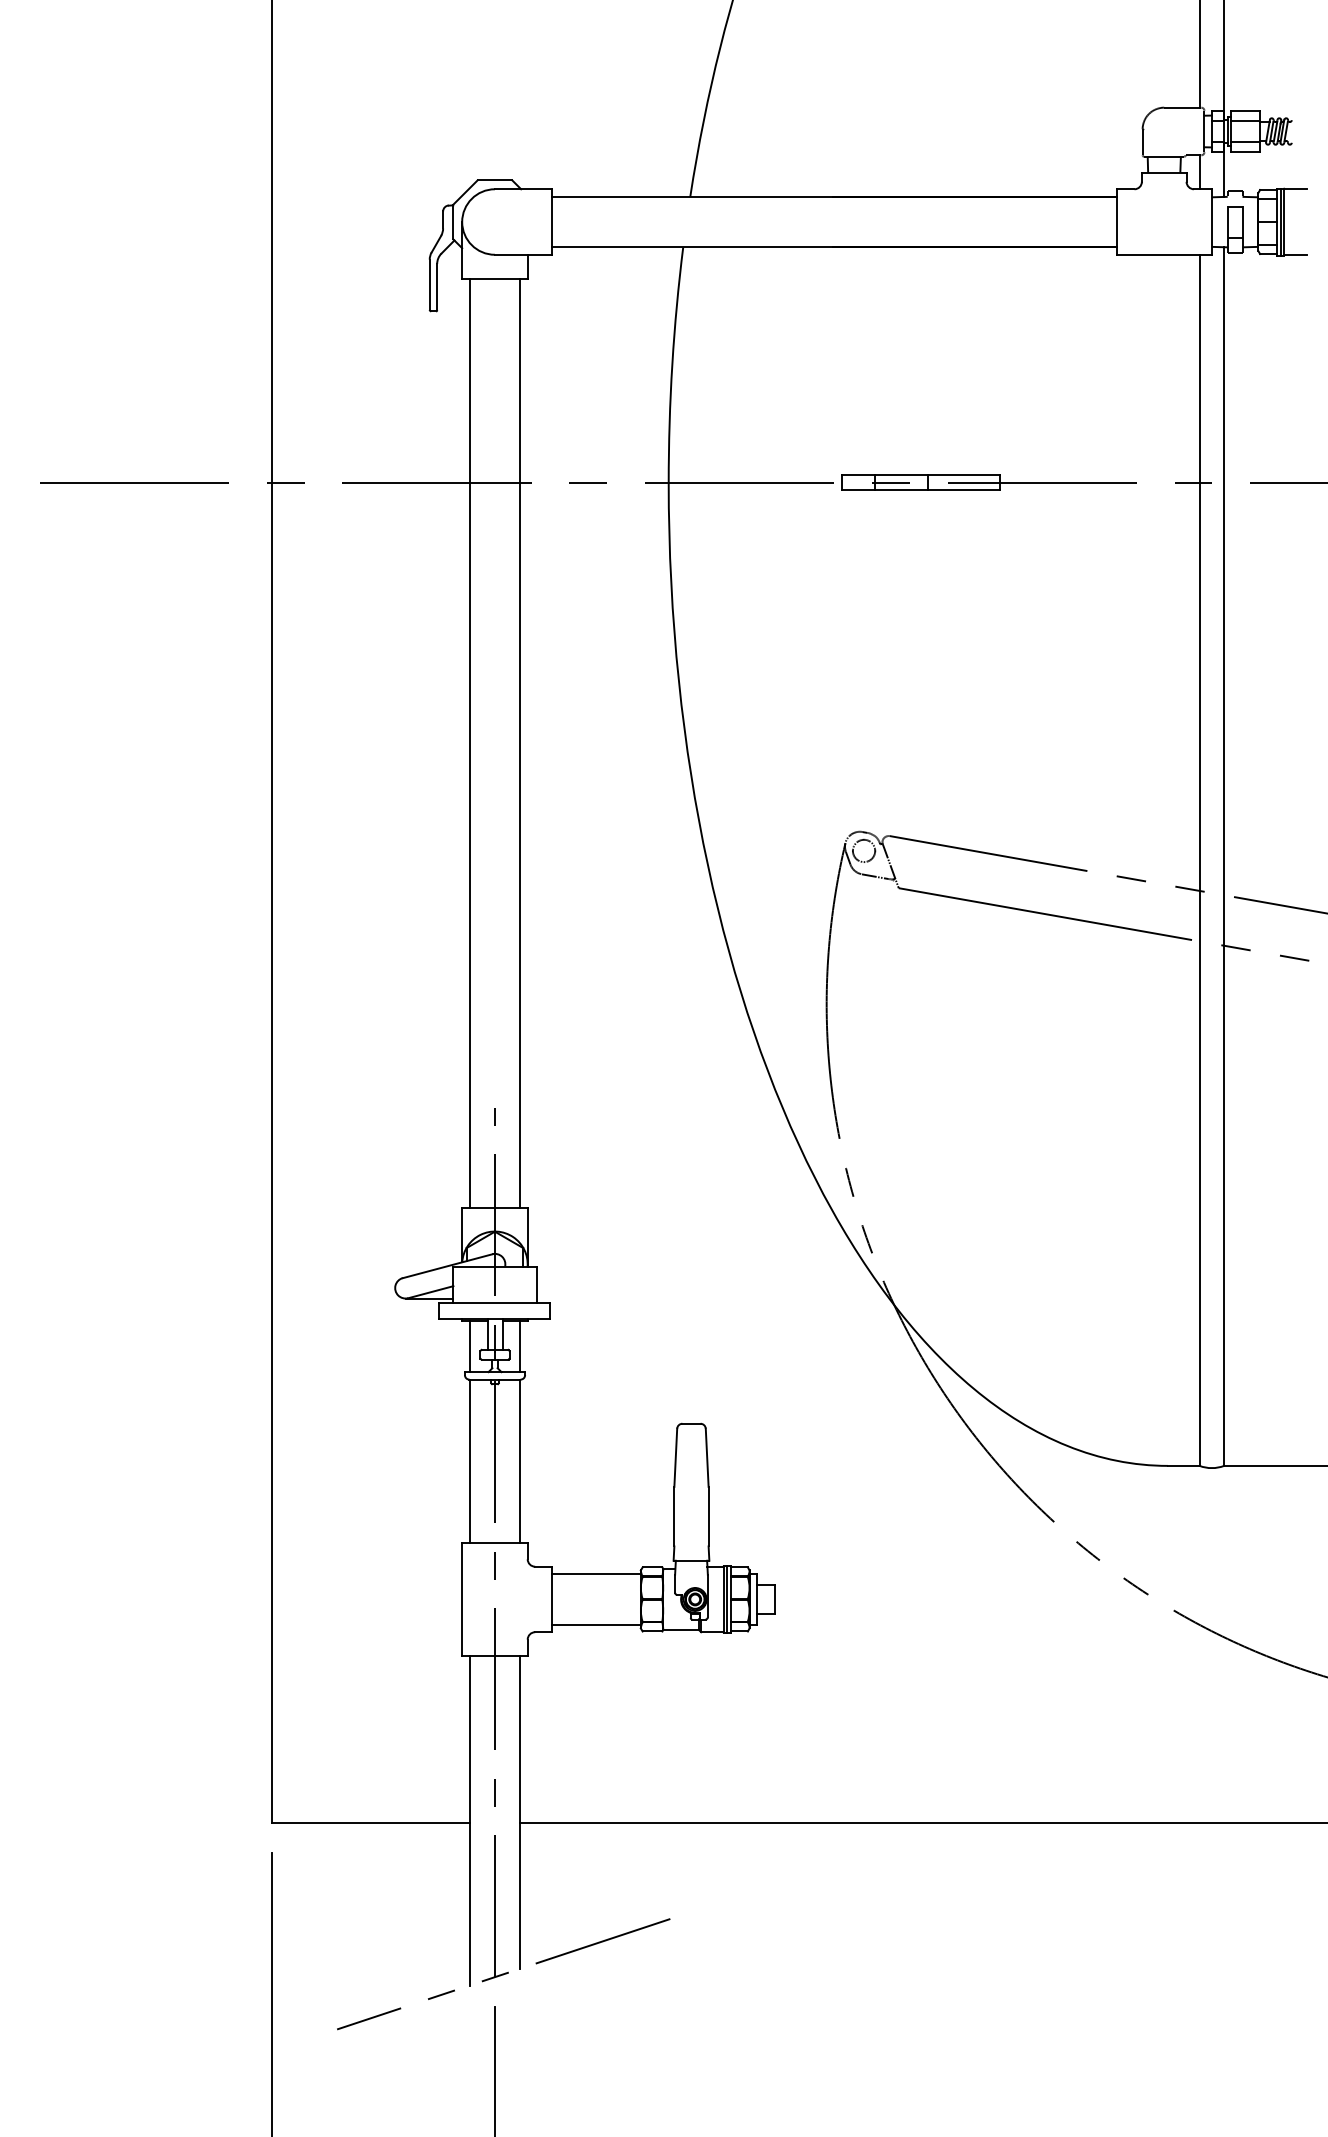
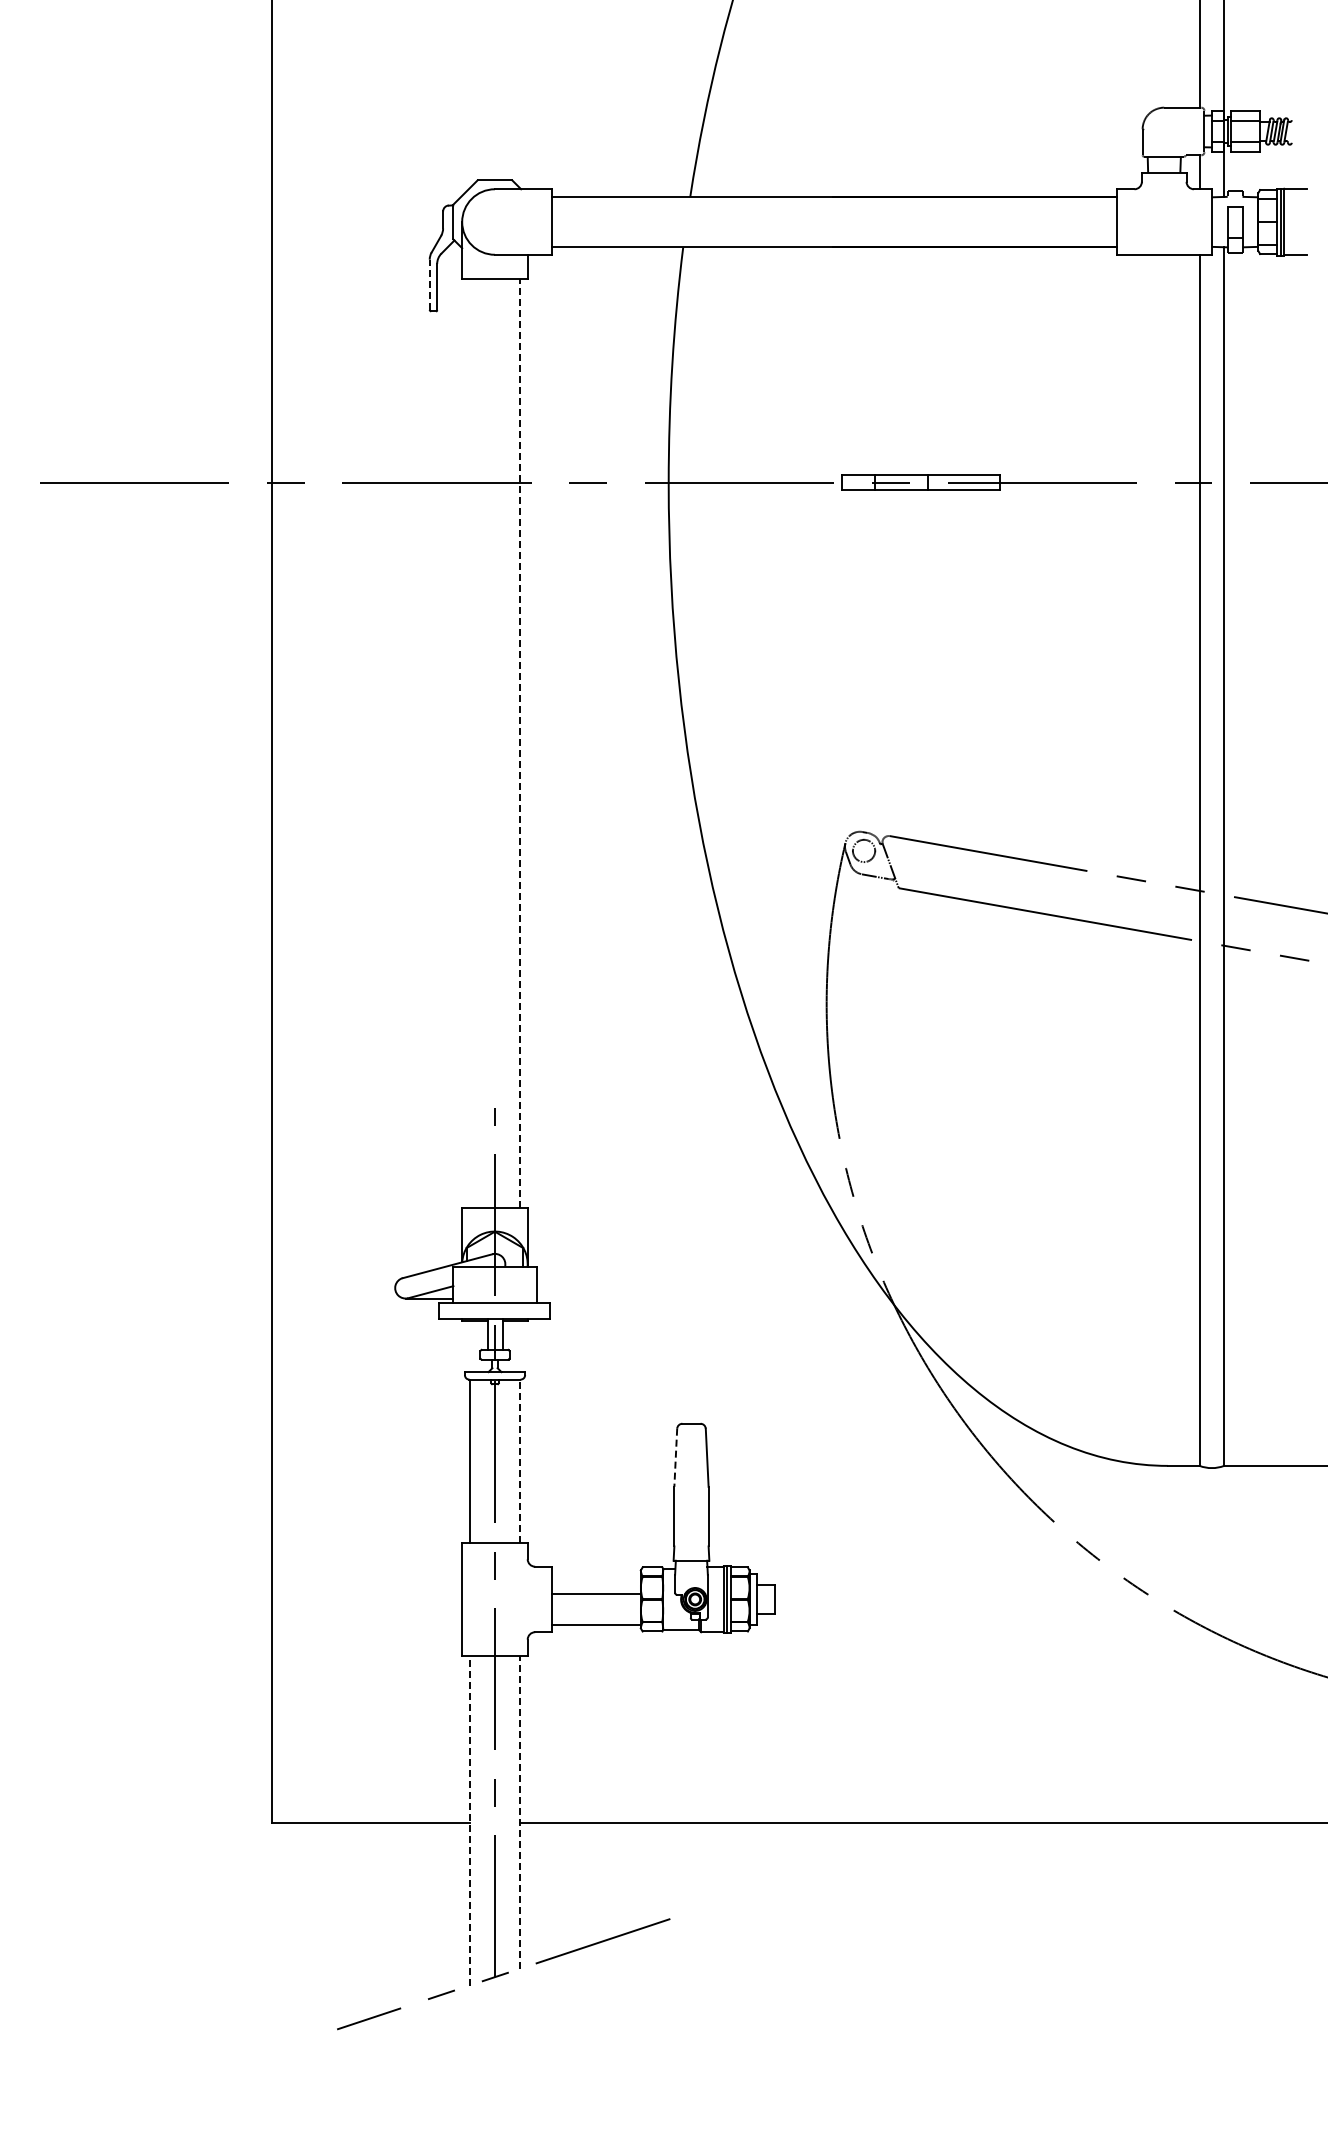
line at (429, 284): solid -> dashed
line at (469, 742): present -> none
line at (520, 743): solid -> dashed
line at (469, 1346): present -> none
line at (520, 1346): present -> none
line at (675, 1458): solid -> dashed
line at (520, 1461): solid -> dashed
line at (595, 1574) position: (595, 1574) -> (595, 1594)
line at (520, 1811): solid -> dashed
line at (469, 1820): solid -> dashed
line at (271, 1992): present -> none
line at (494, 2069): present -> none
